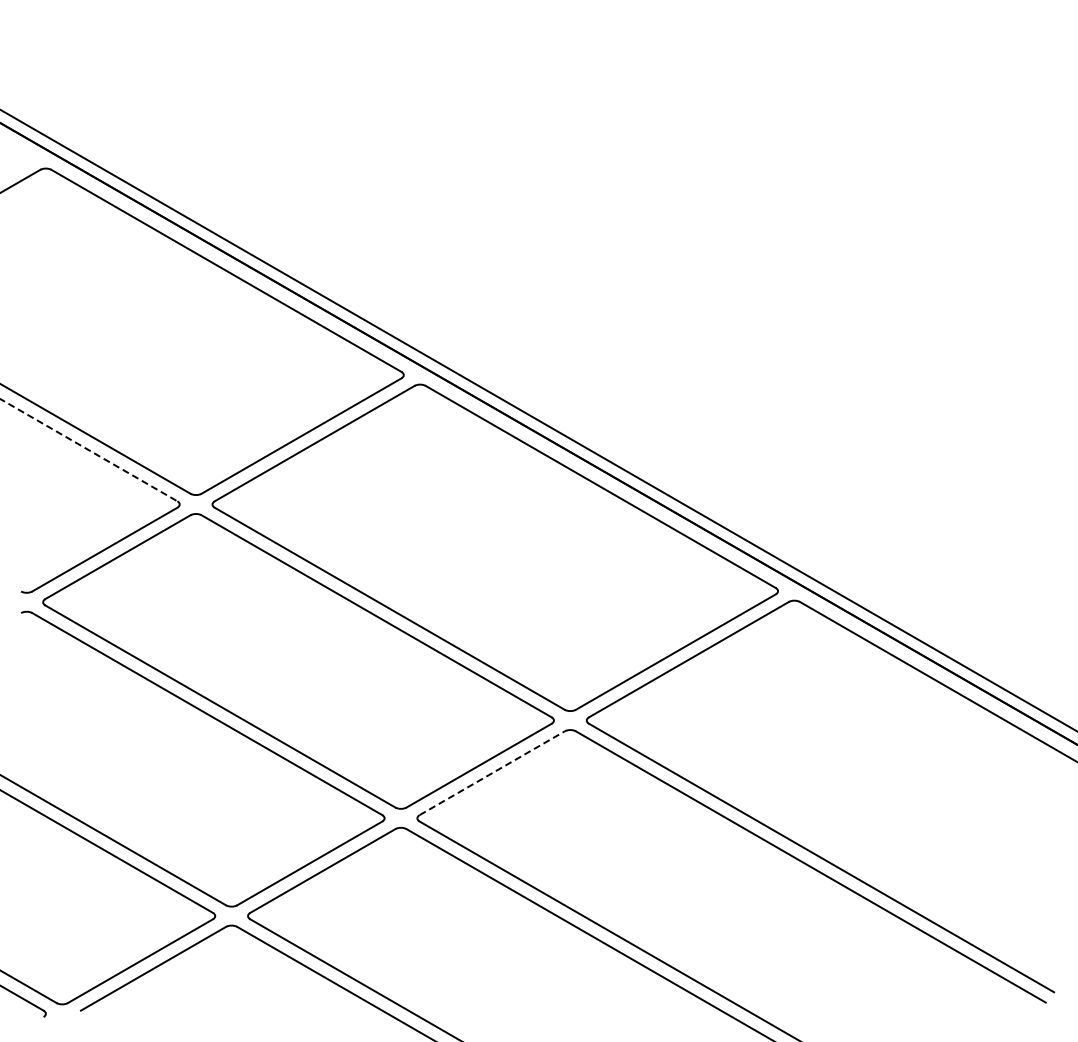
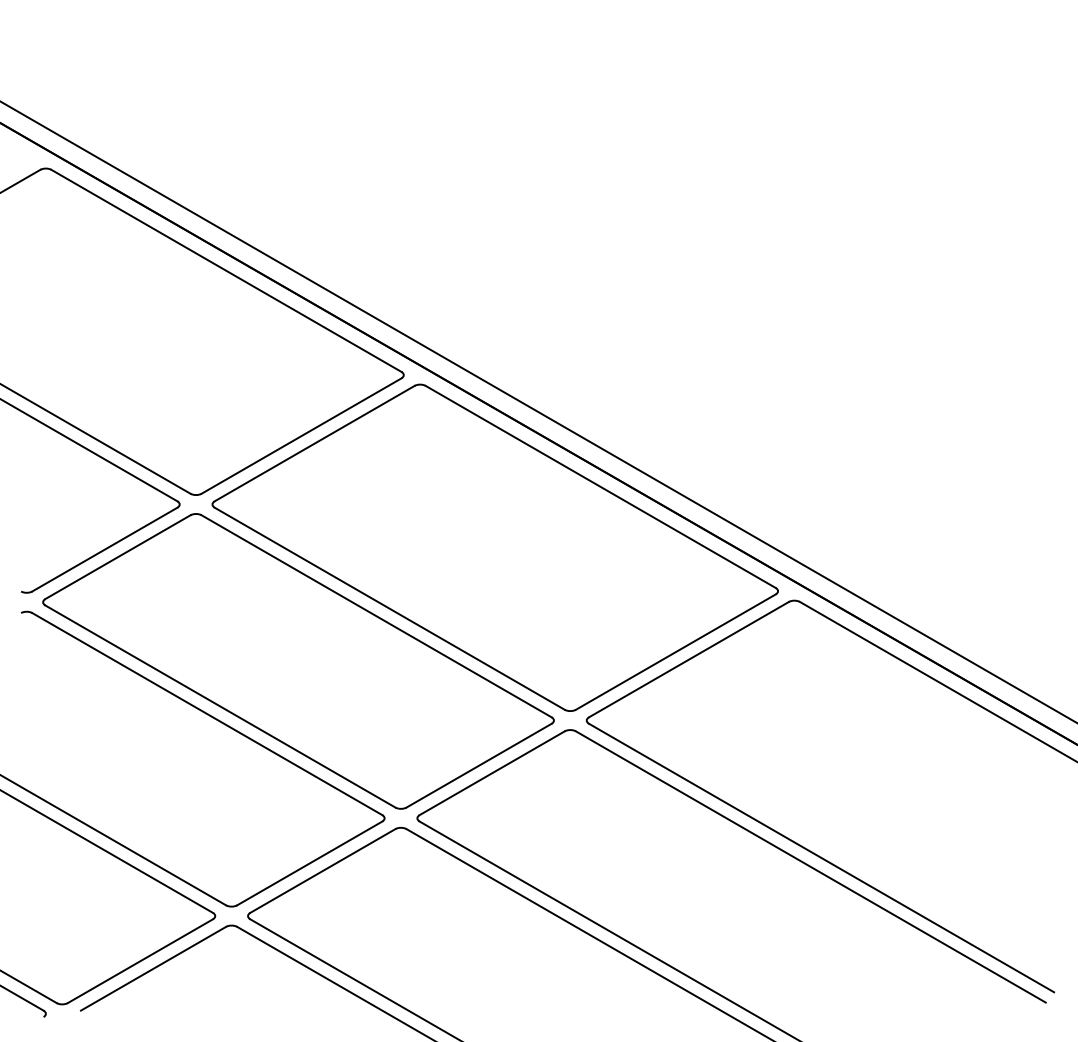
line at (538, 419) position: (538, 419) -> (538, 411)
line at (89, 450): dashed -> solid
line at (492, 773): dashed -> solid
